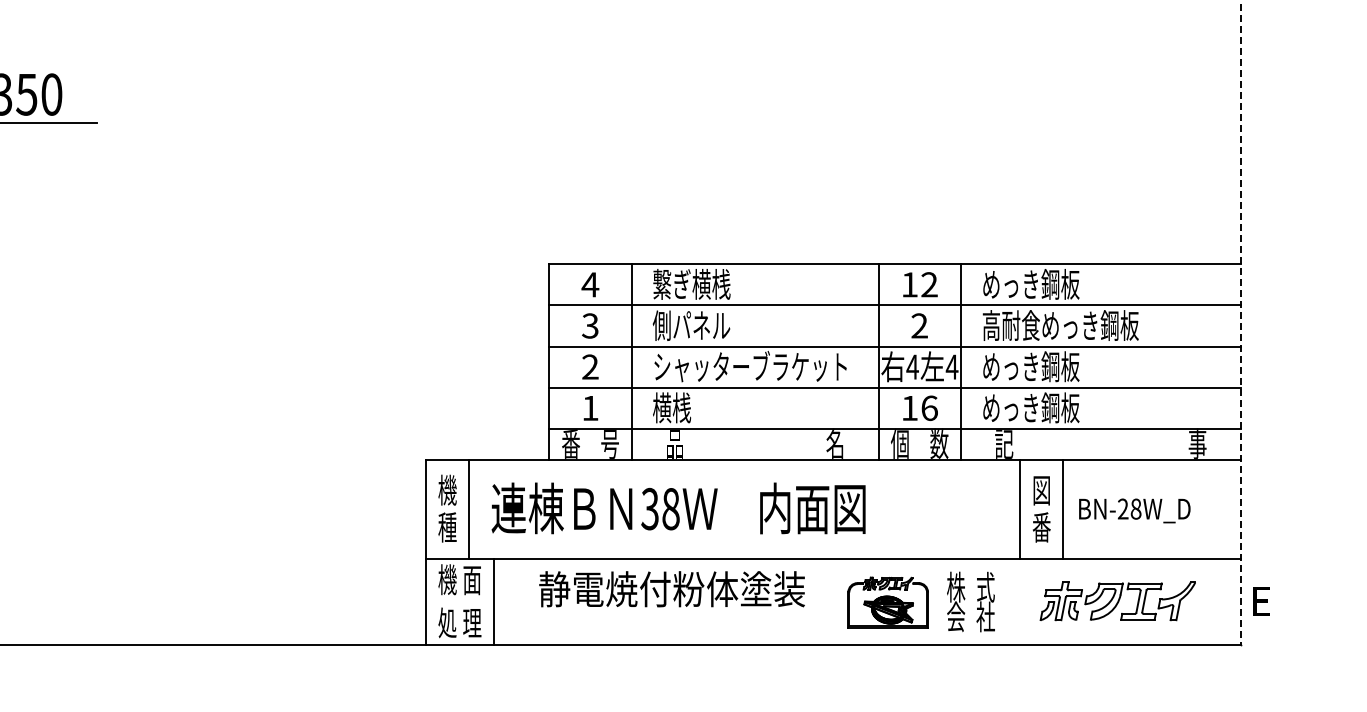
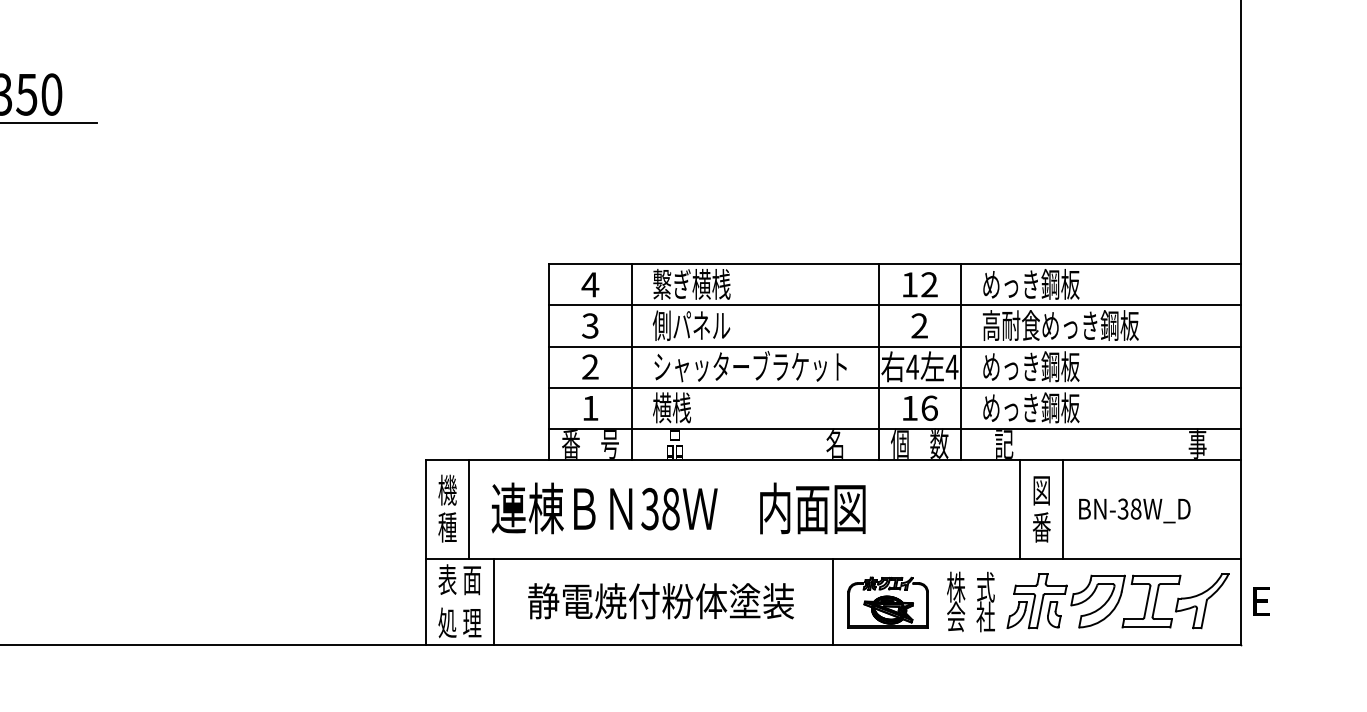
line at (1240, 322): dashed -> solid
text at (1122, 509): BN-28W_D -> BN-38W_D
text at (447, 579): 機 -> 表
text at (671, 589) position: (671, 589) -> (660, 601)
line at (833, 601): none -> present
part at (1117, 601) size: 157x41 px -> 224x57 px
